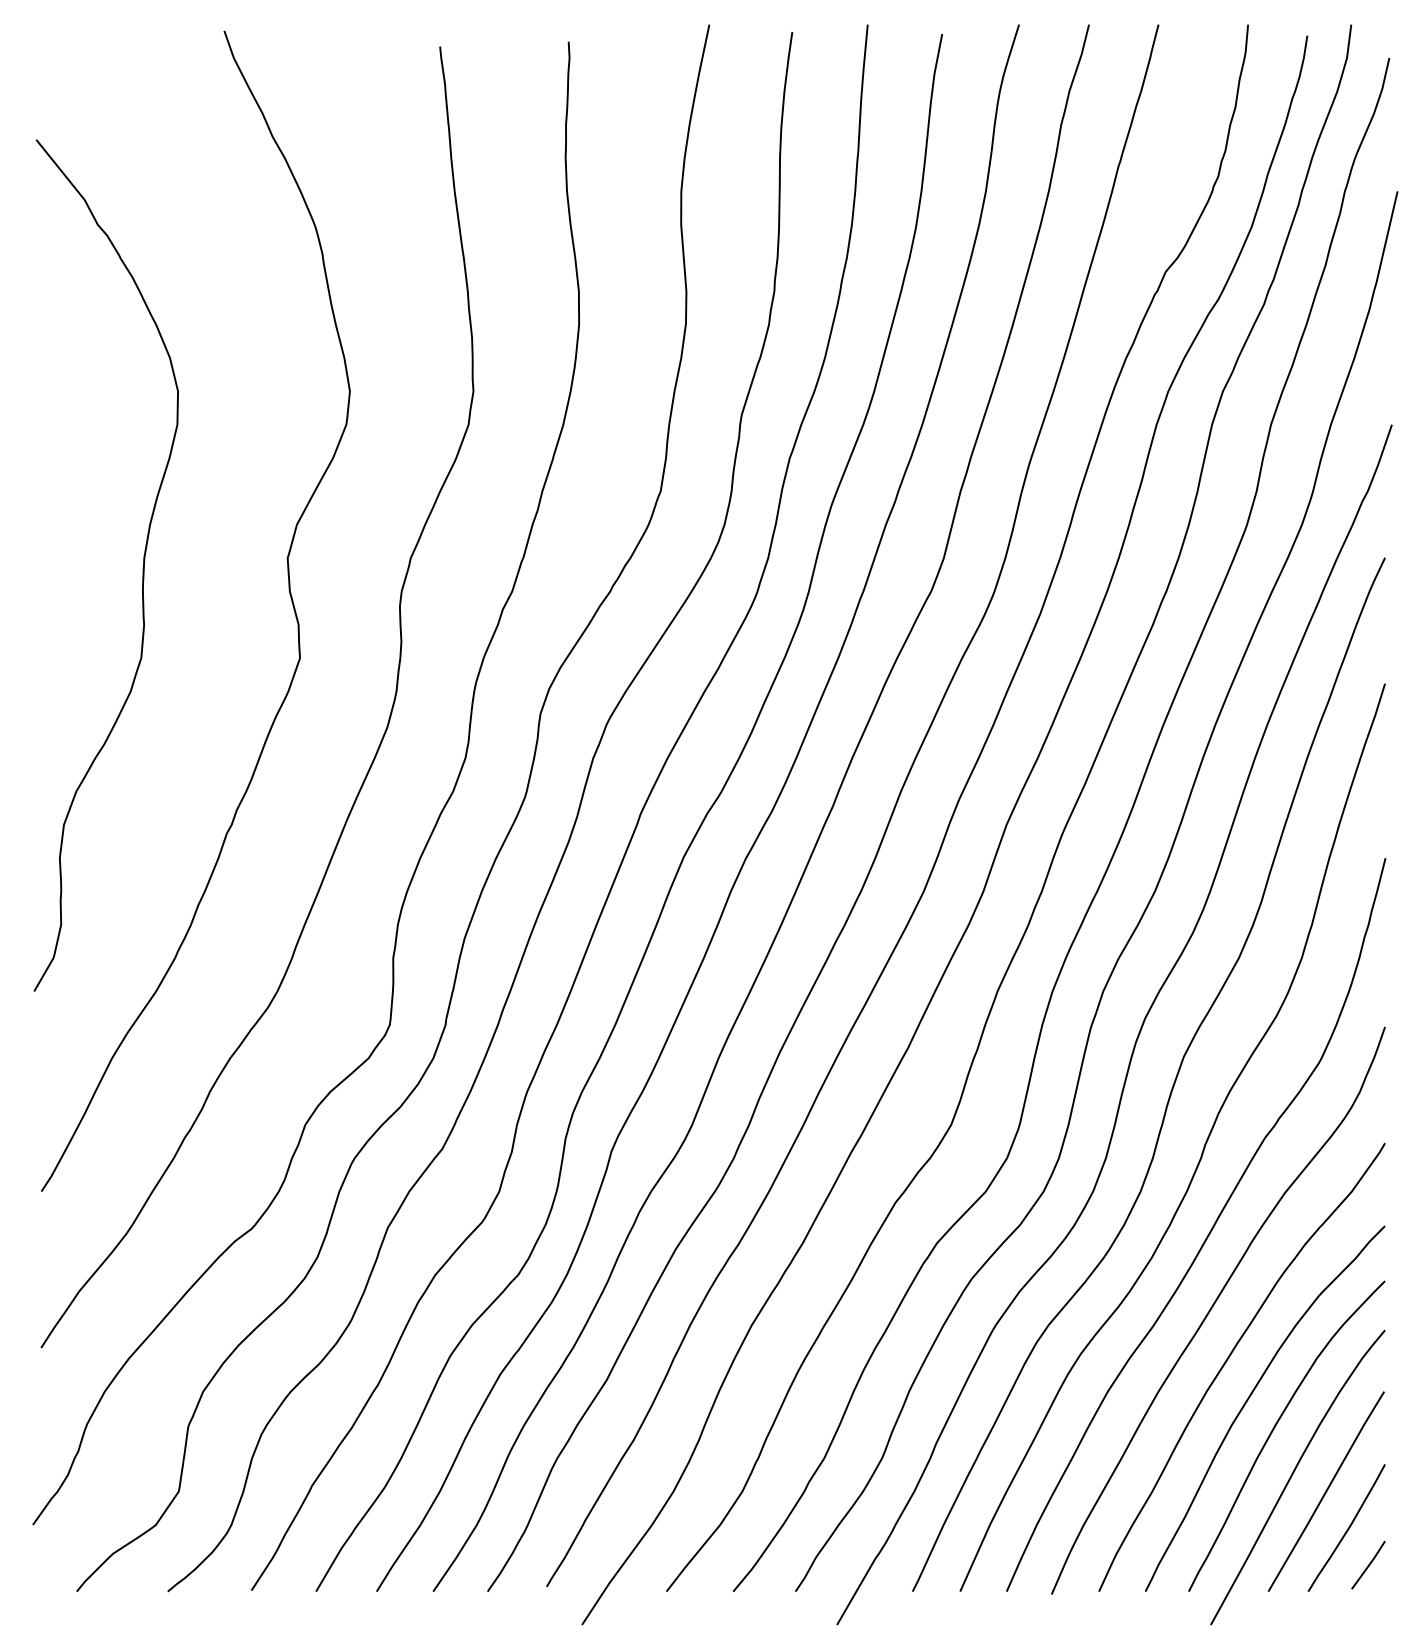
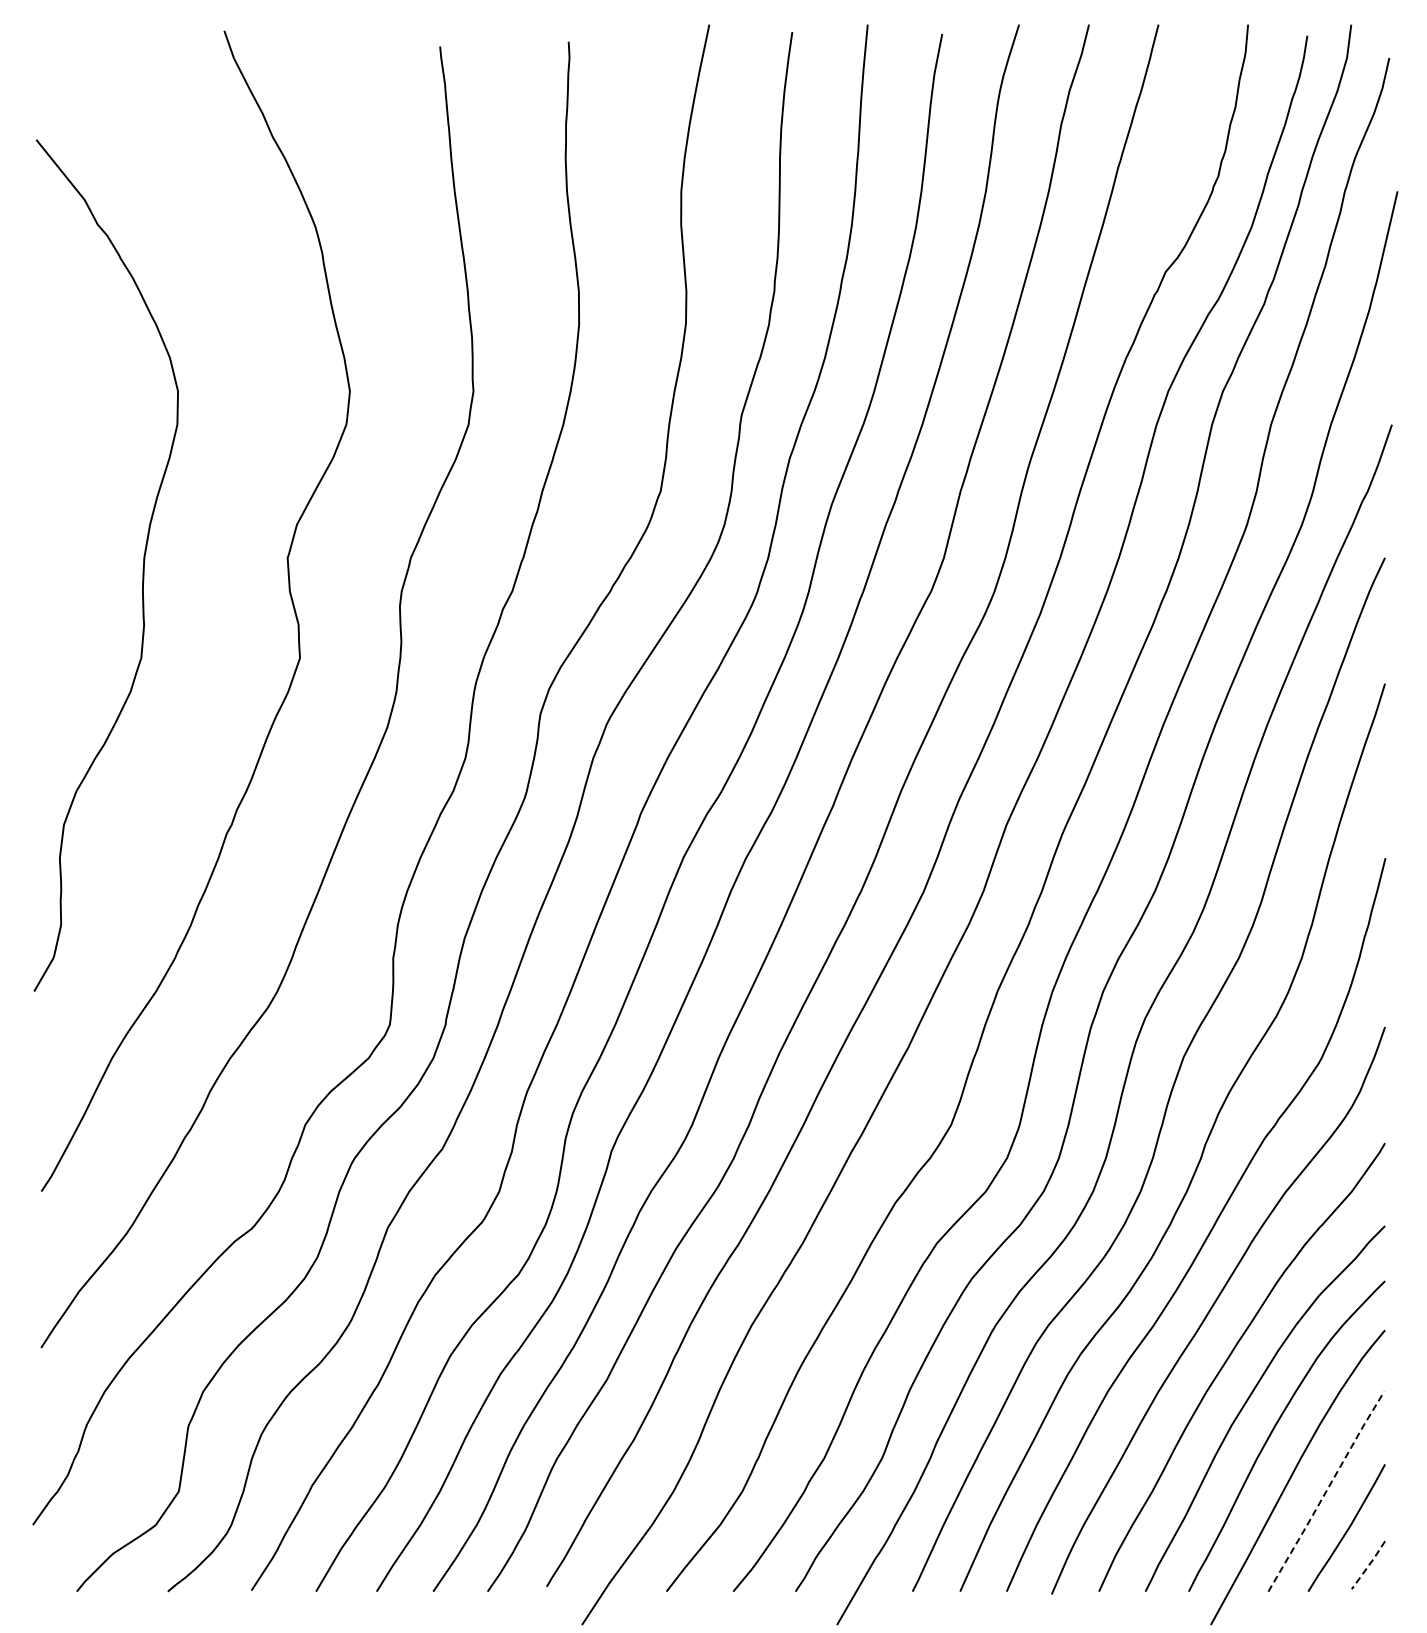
line at (1326, 1491): solid -> dashed
line at (1368, 1565): solid -> dashed
